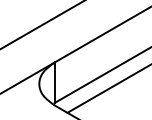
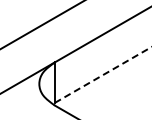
line at (103, 74): solid -> dashed
line at (107, 89): present -> none
